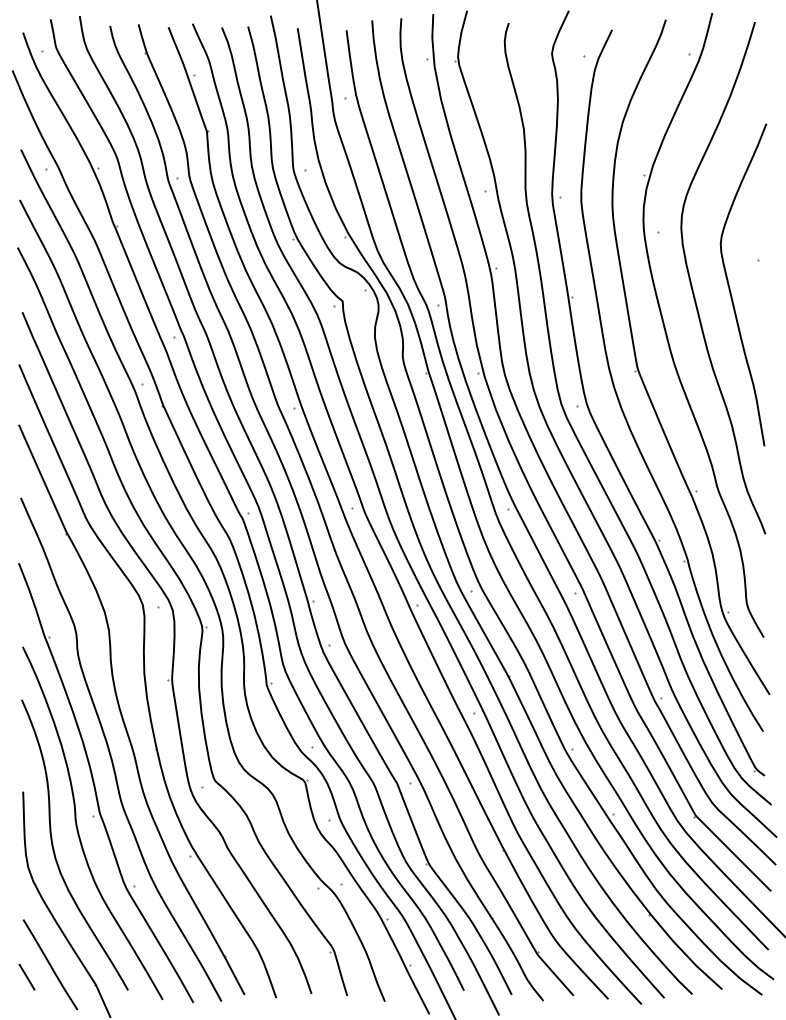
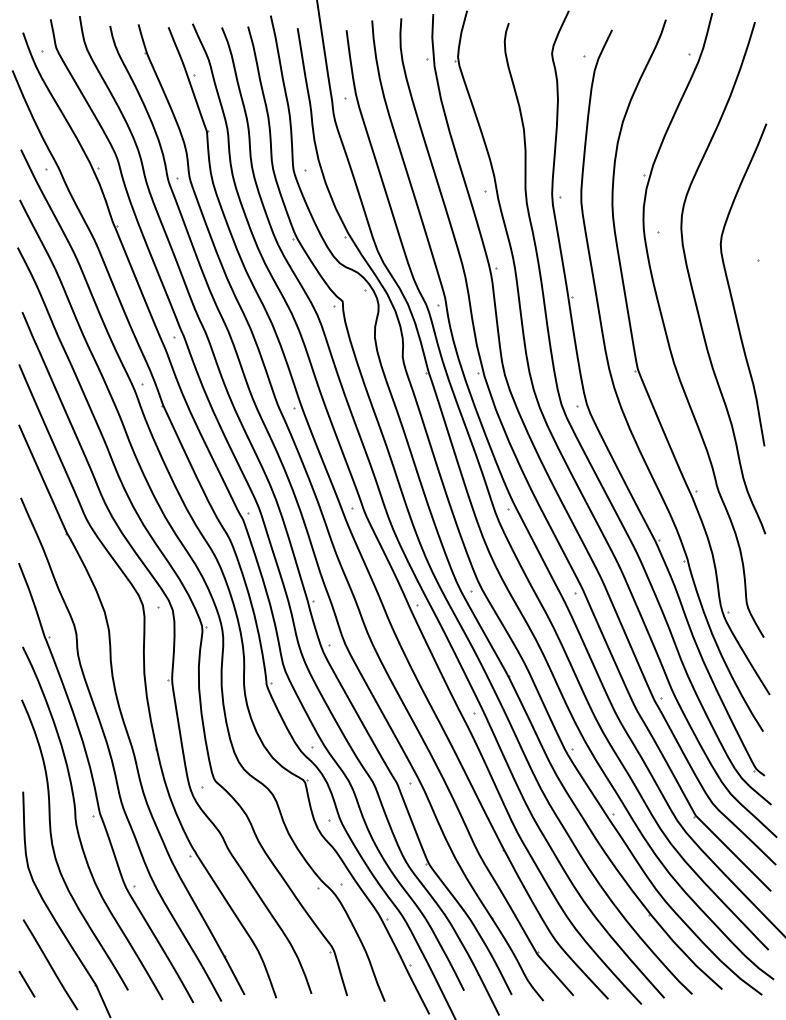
line at (26, 976) position: (26, 976) -> (26, 983)
